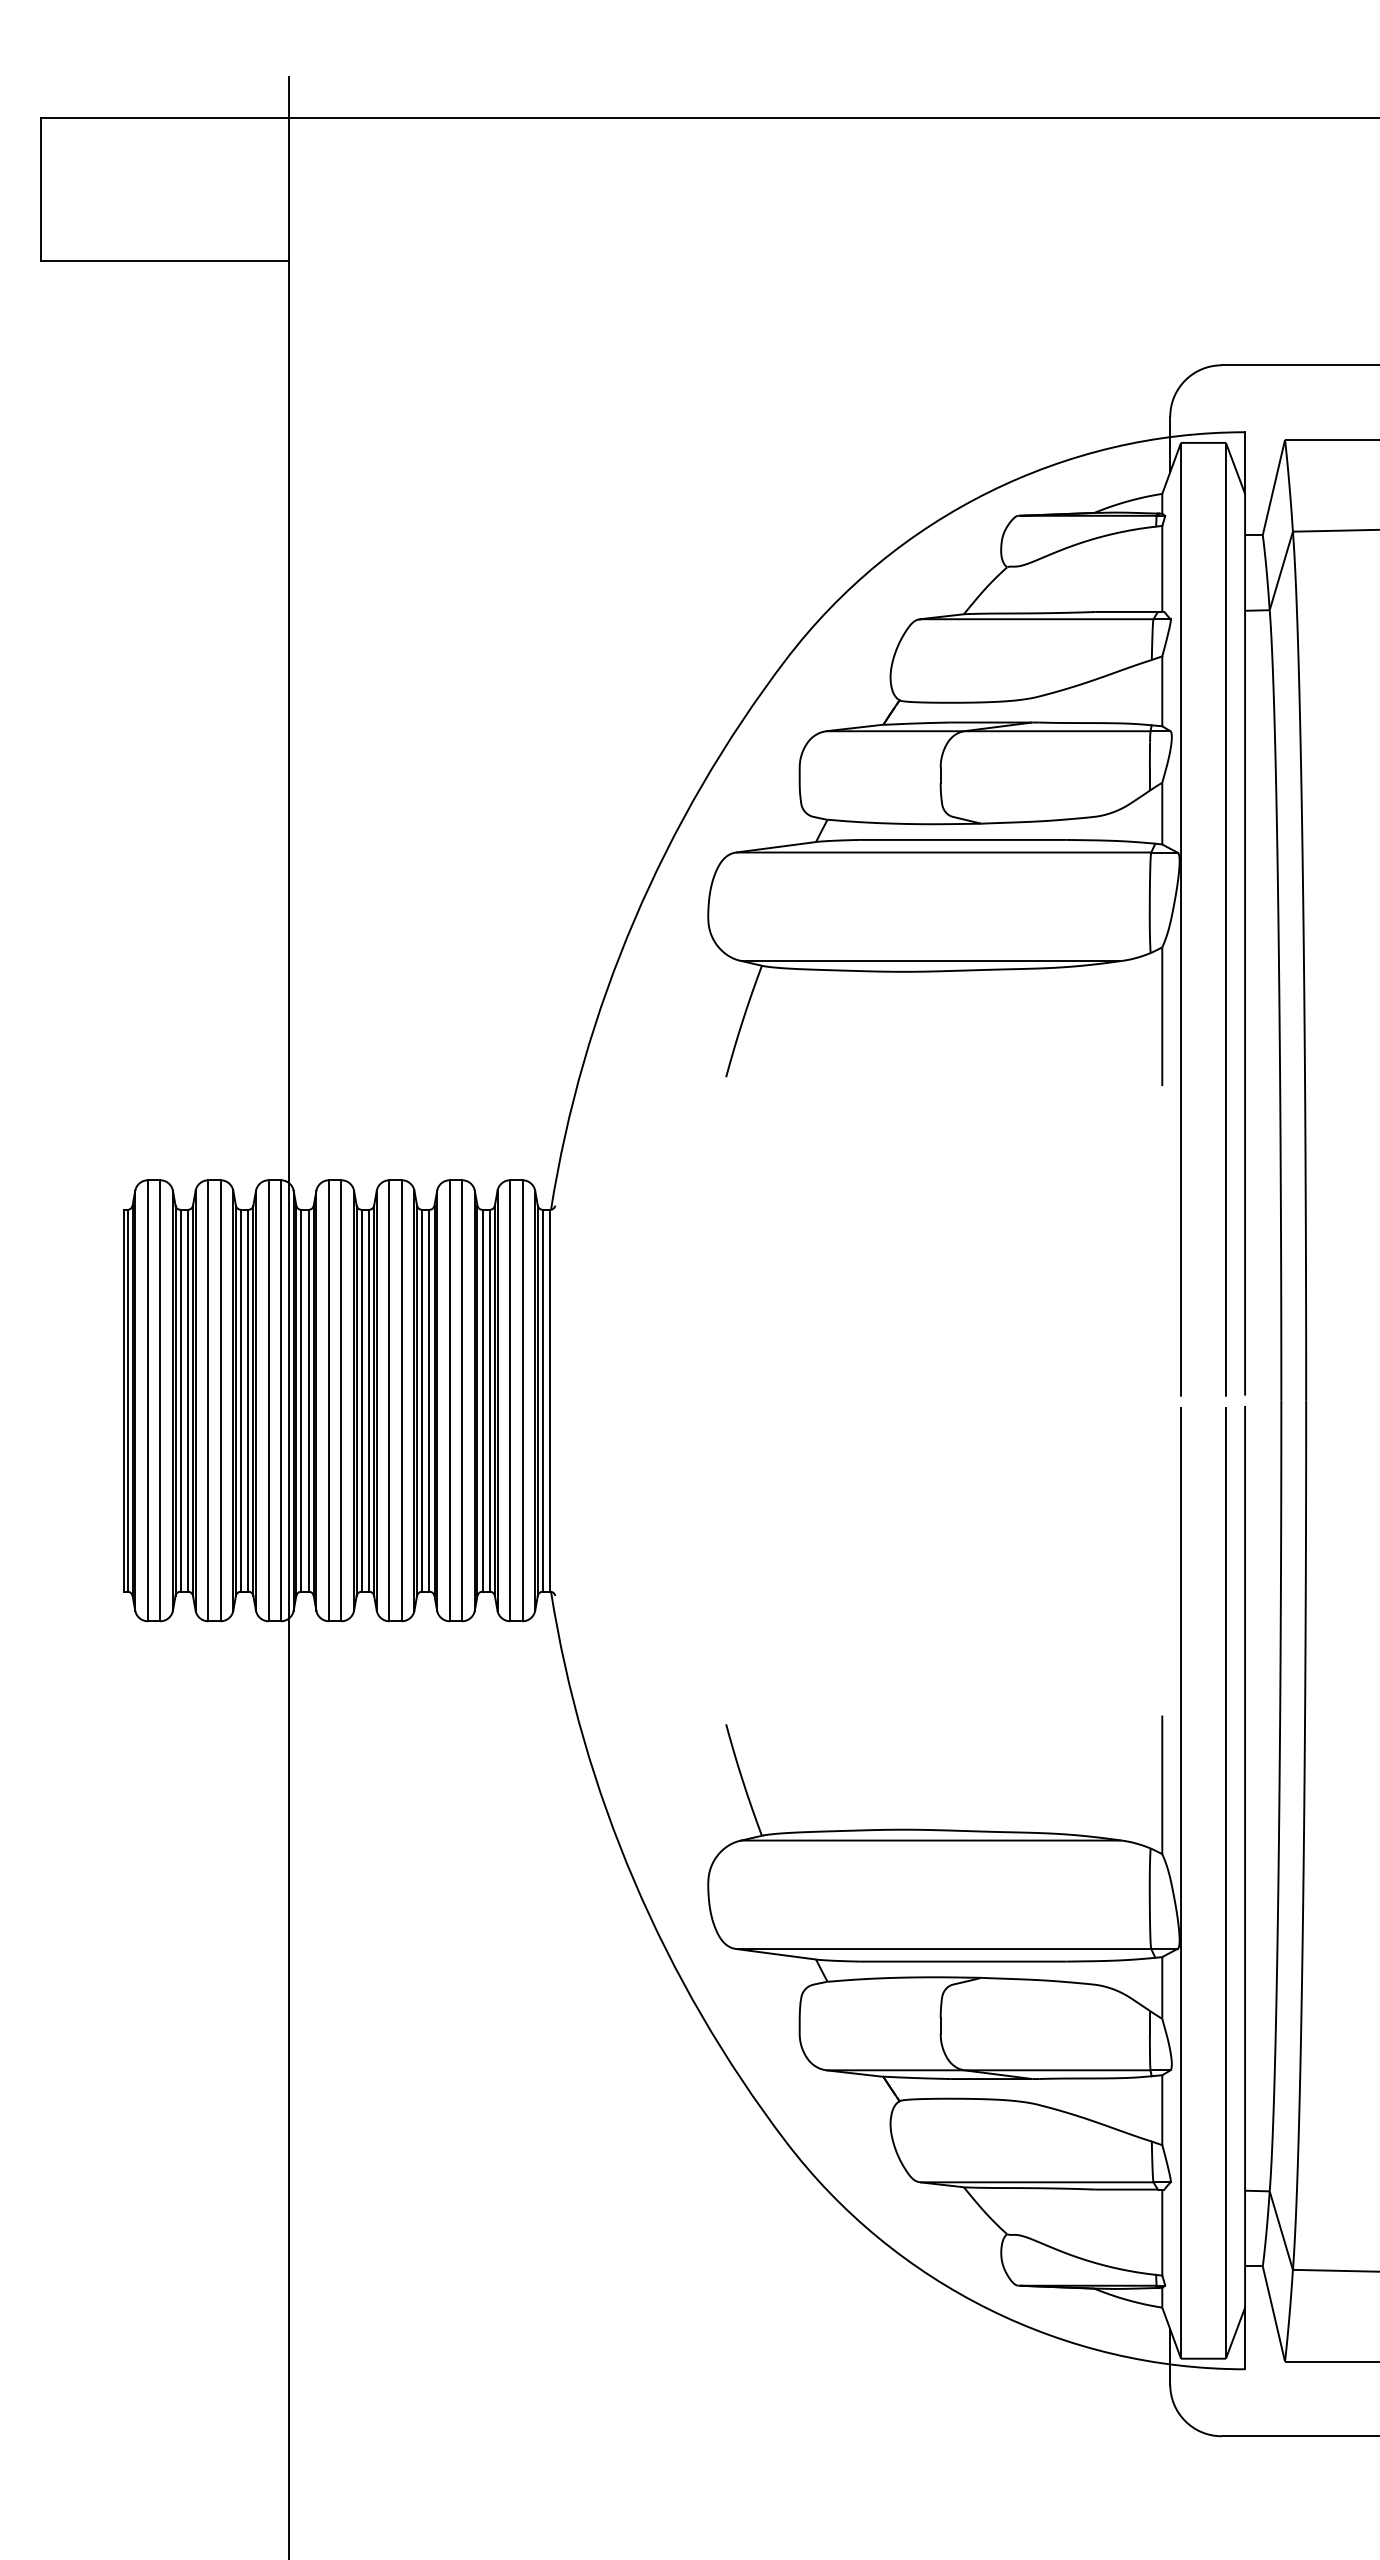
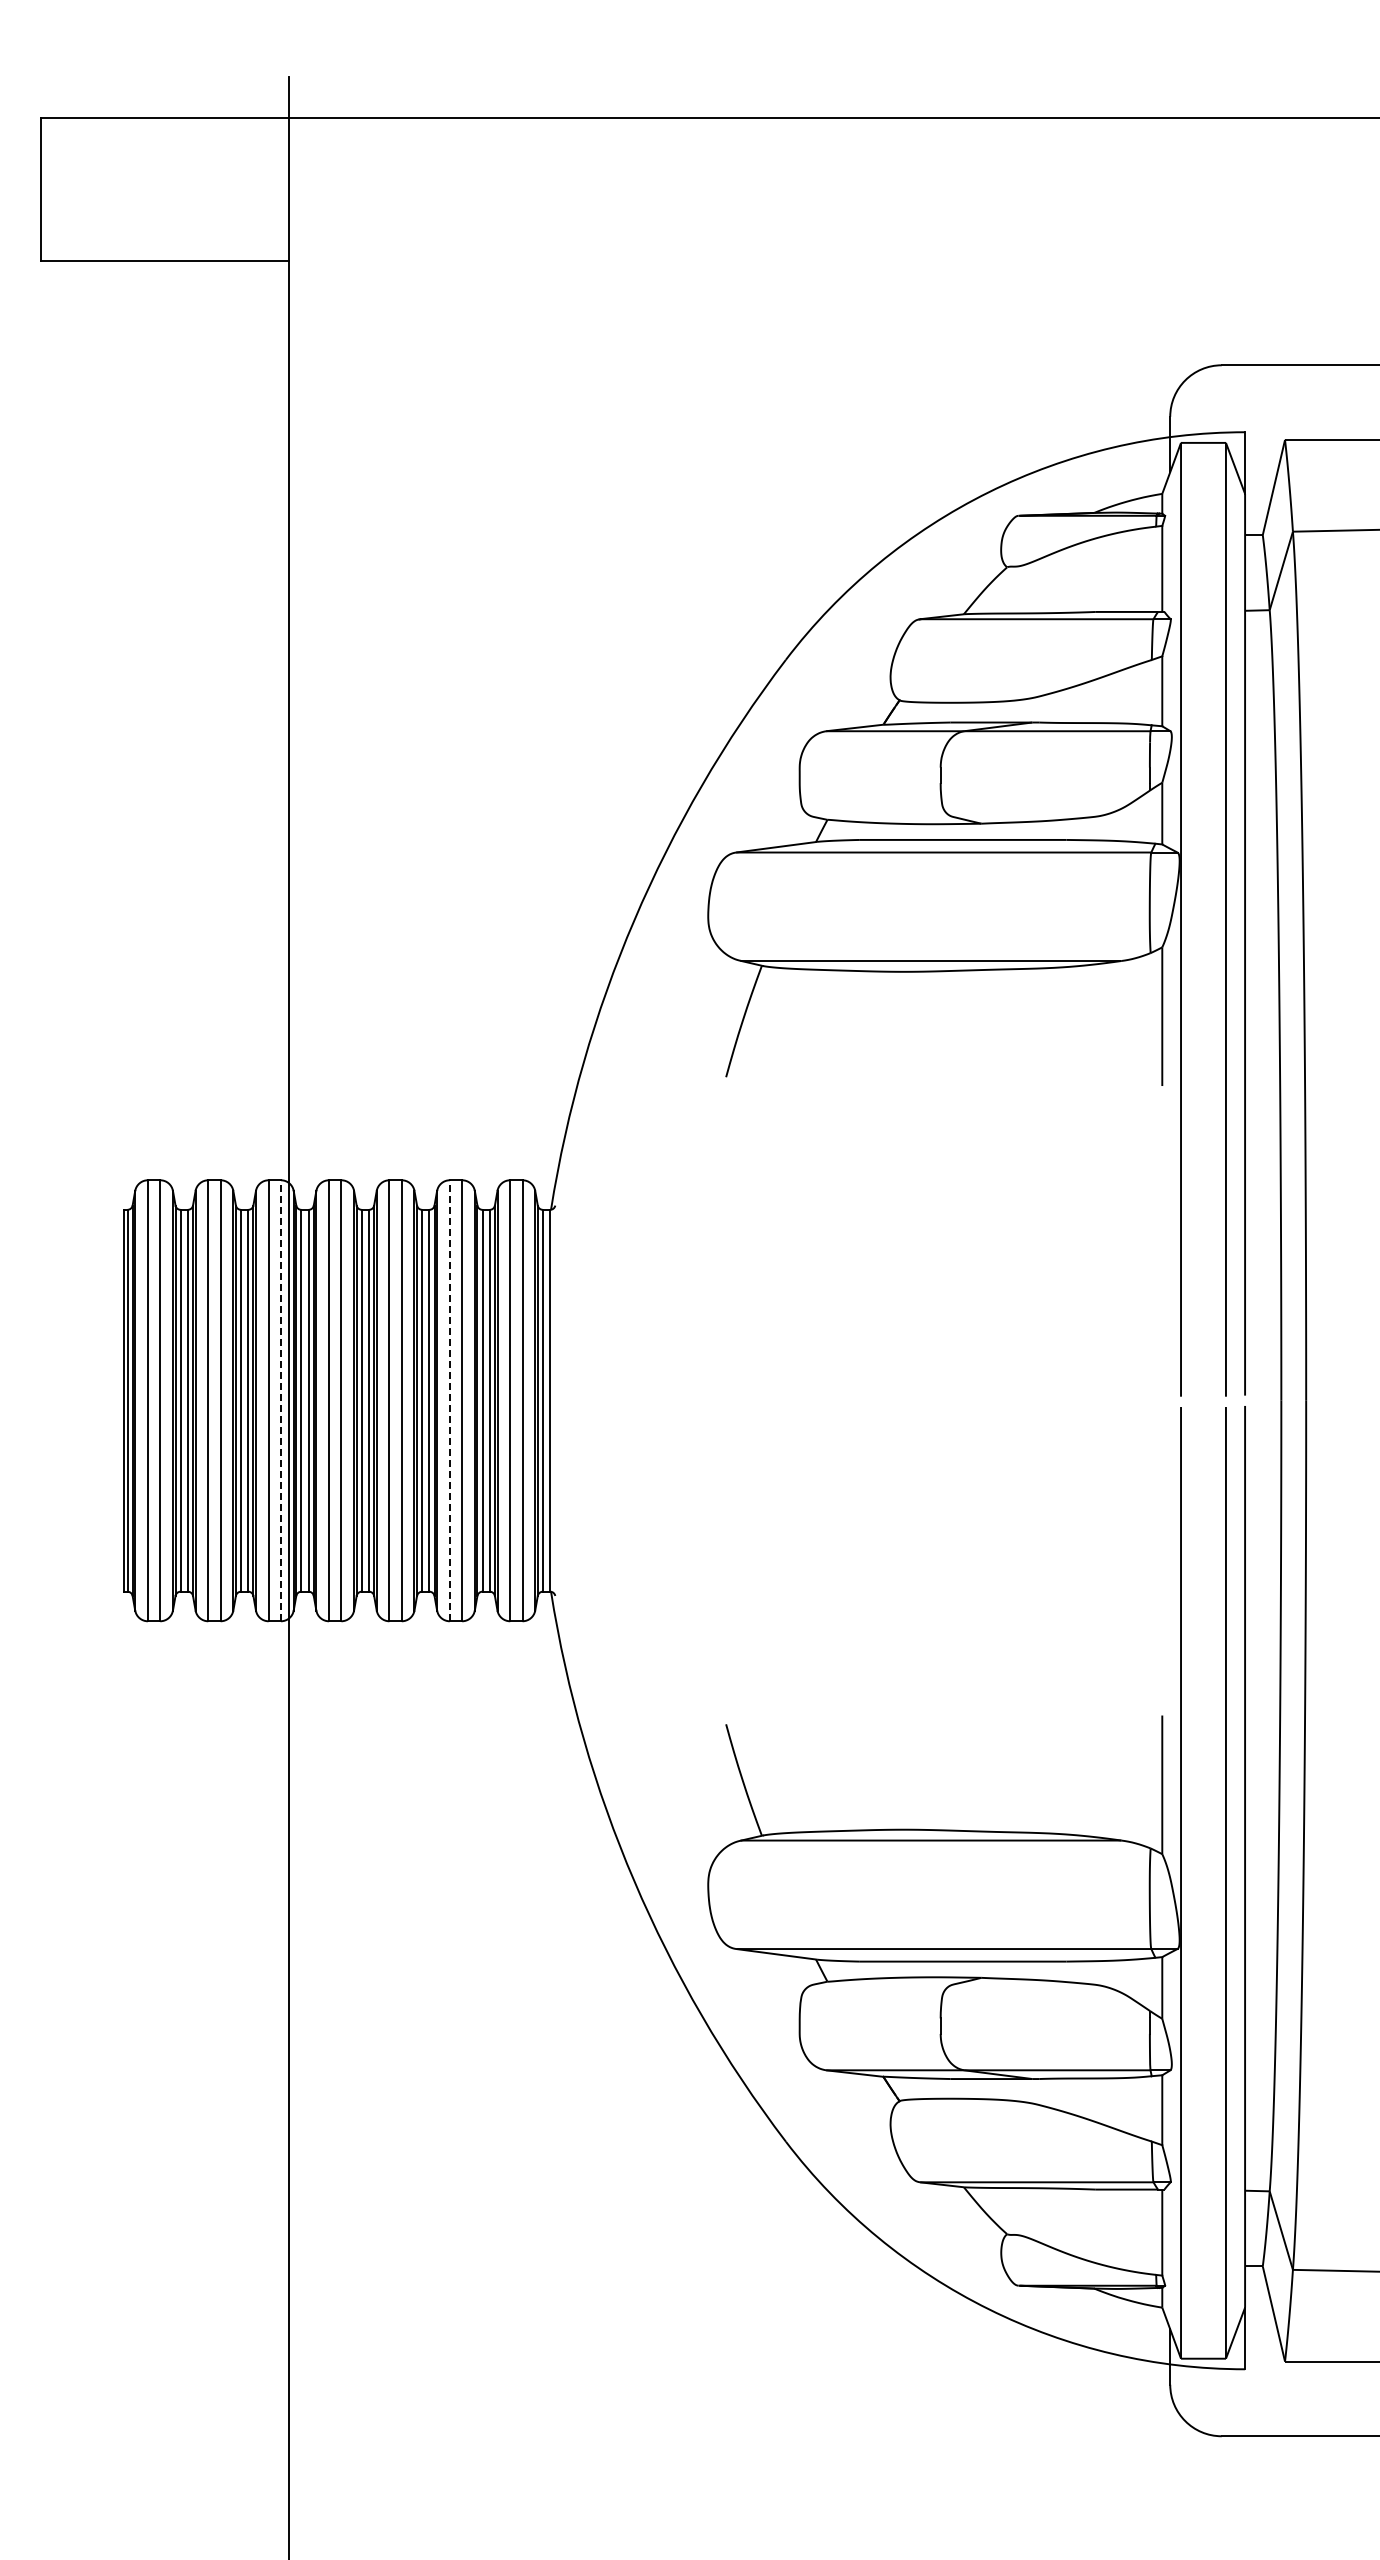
line at (281, 1400): solid -> dashed
line at (449, 1400): solid -> dashed
